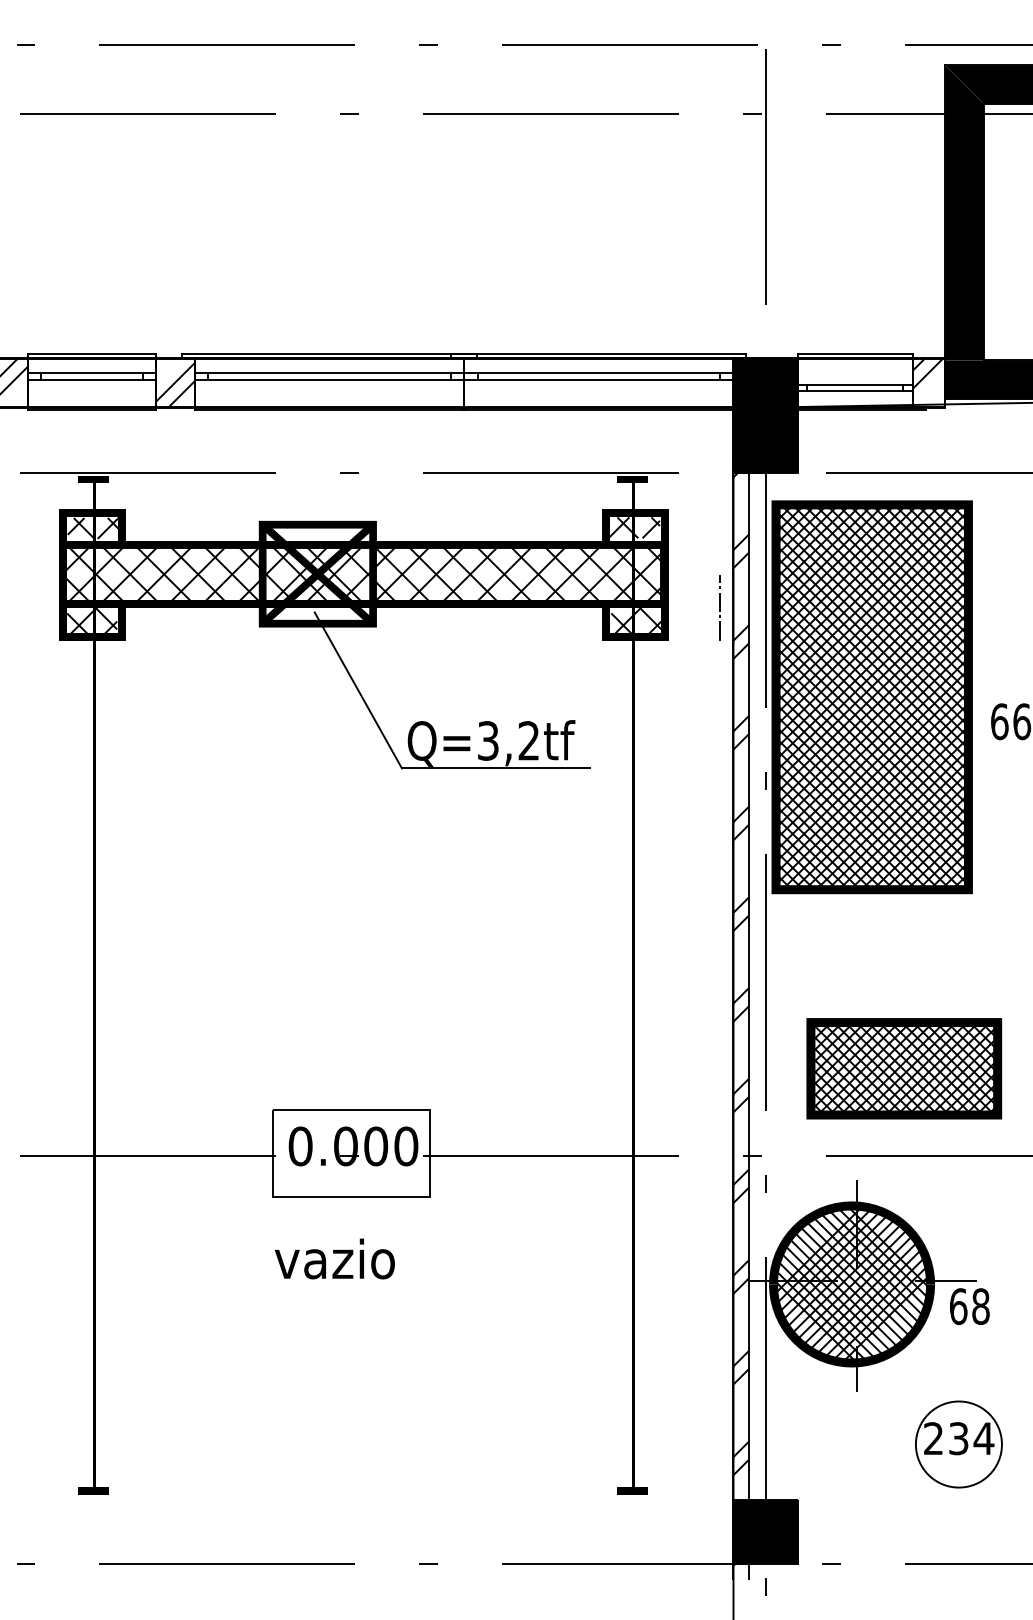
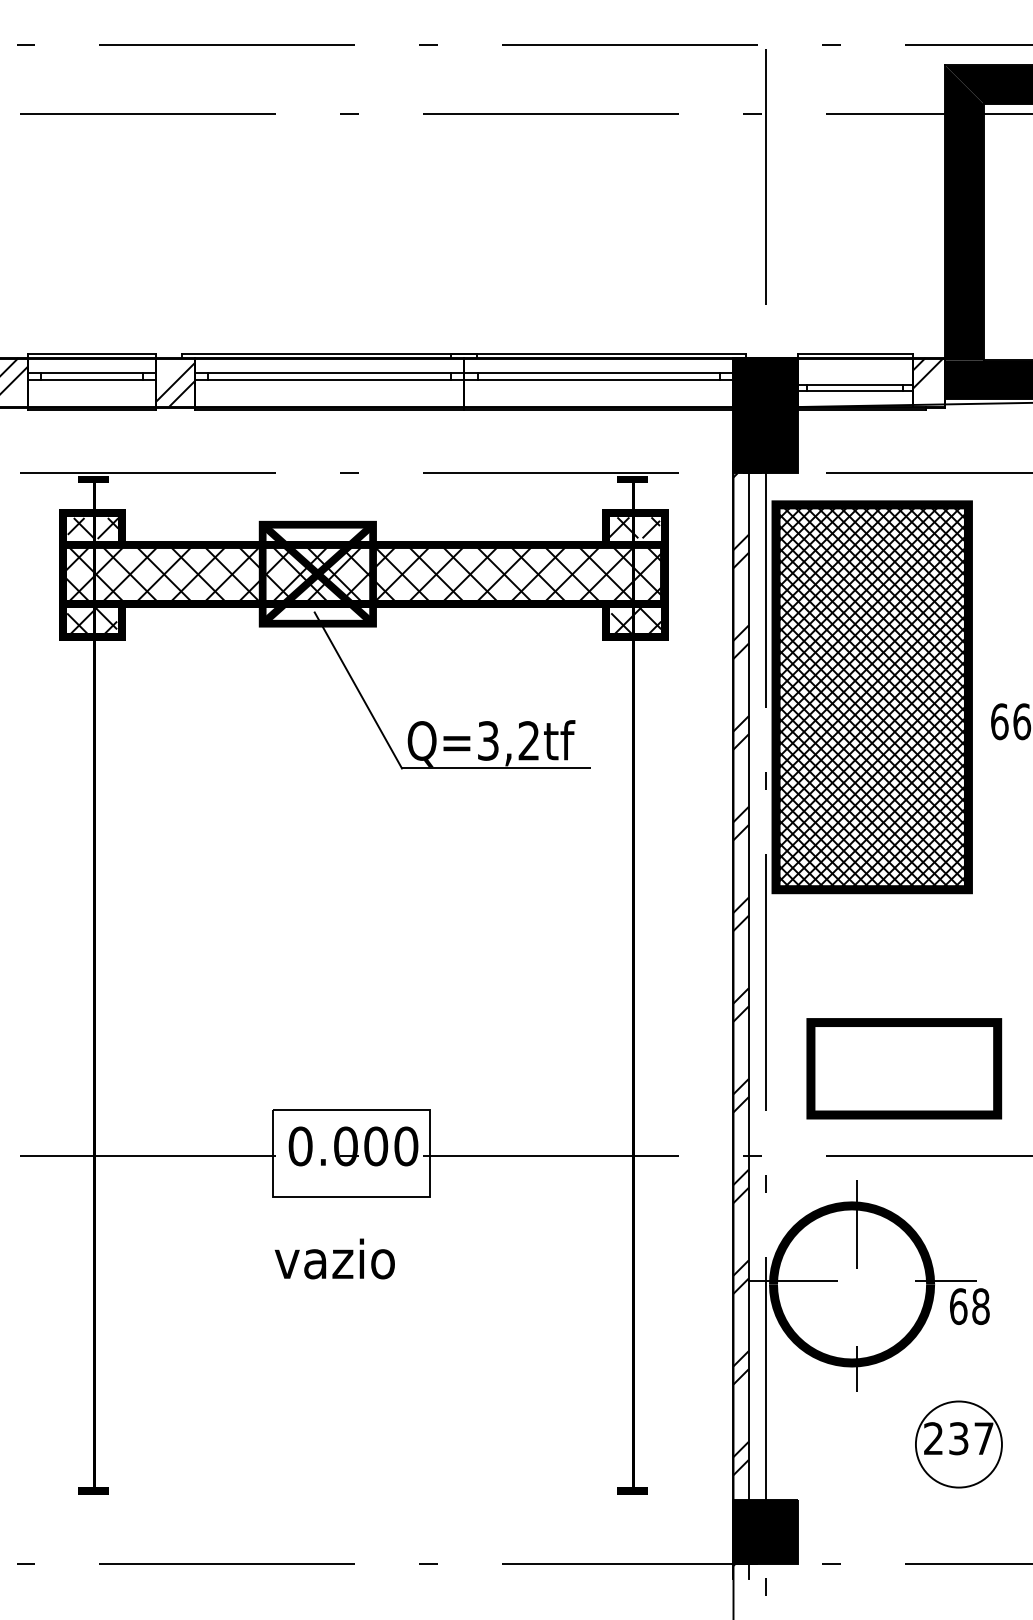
line at (719, 607): present -> none
hatch at (903, 1068): present -> none
hatch at (851, 1284): present -> none
text at (983, 1438): 234 -> 237
